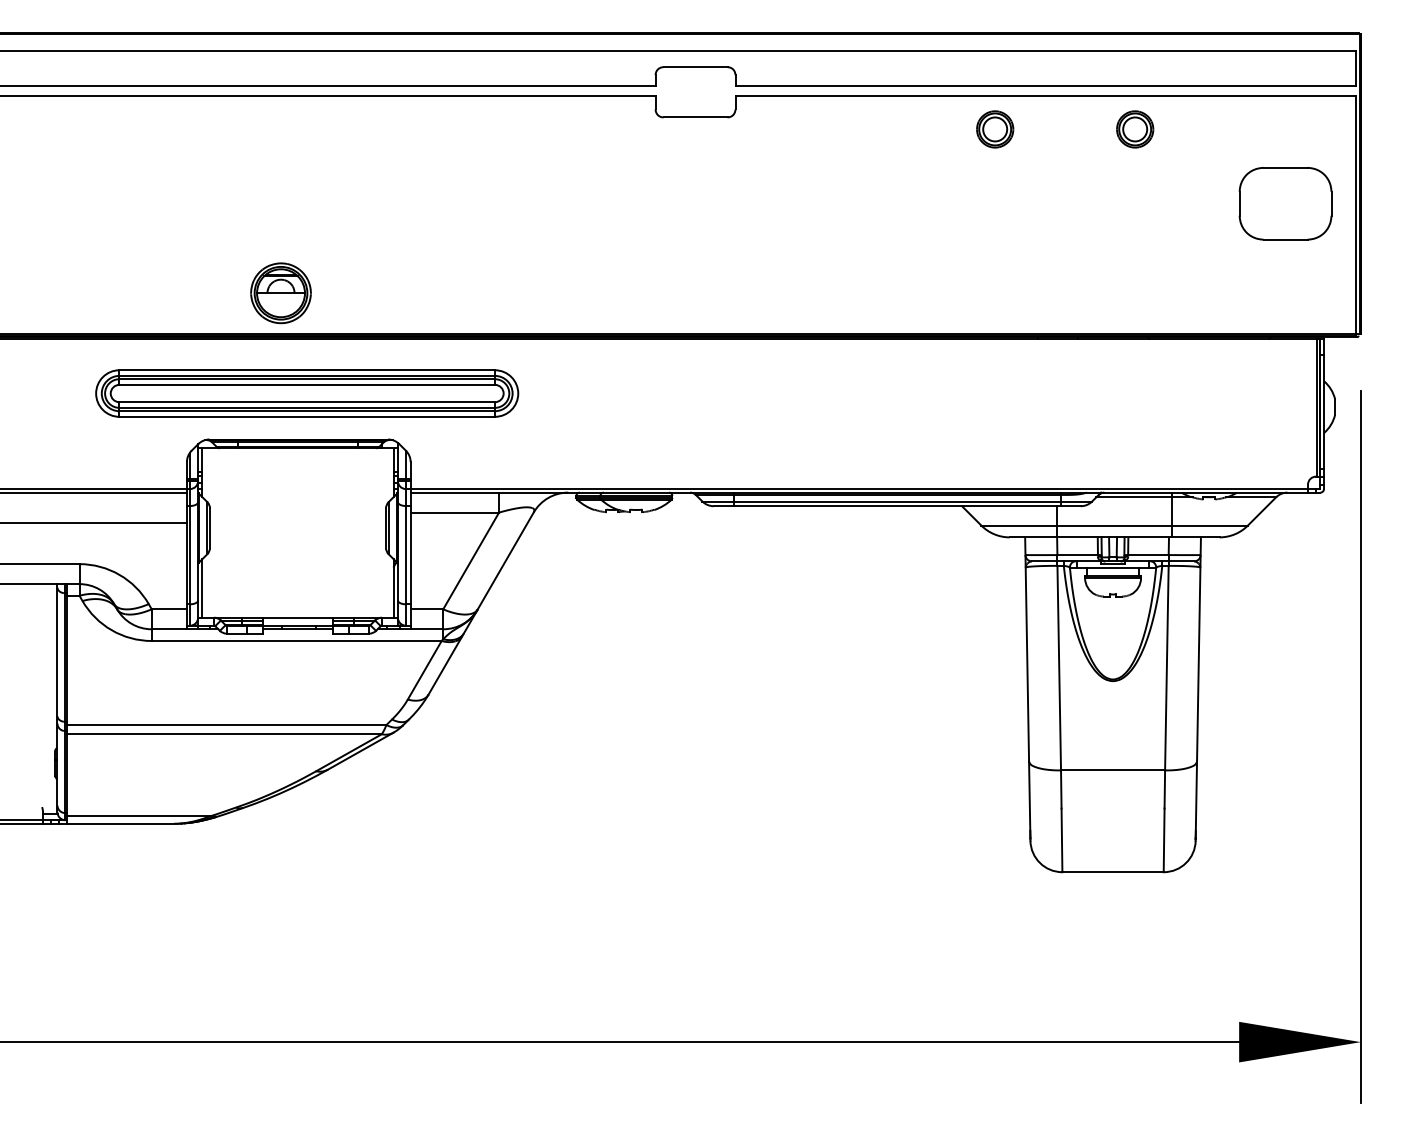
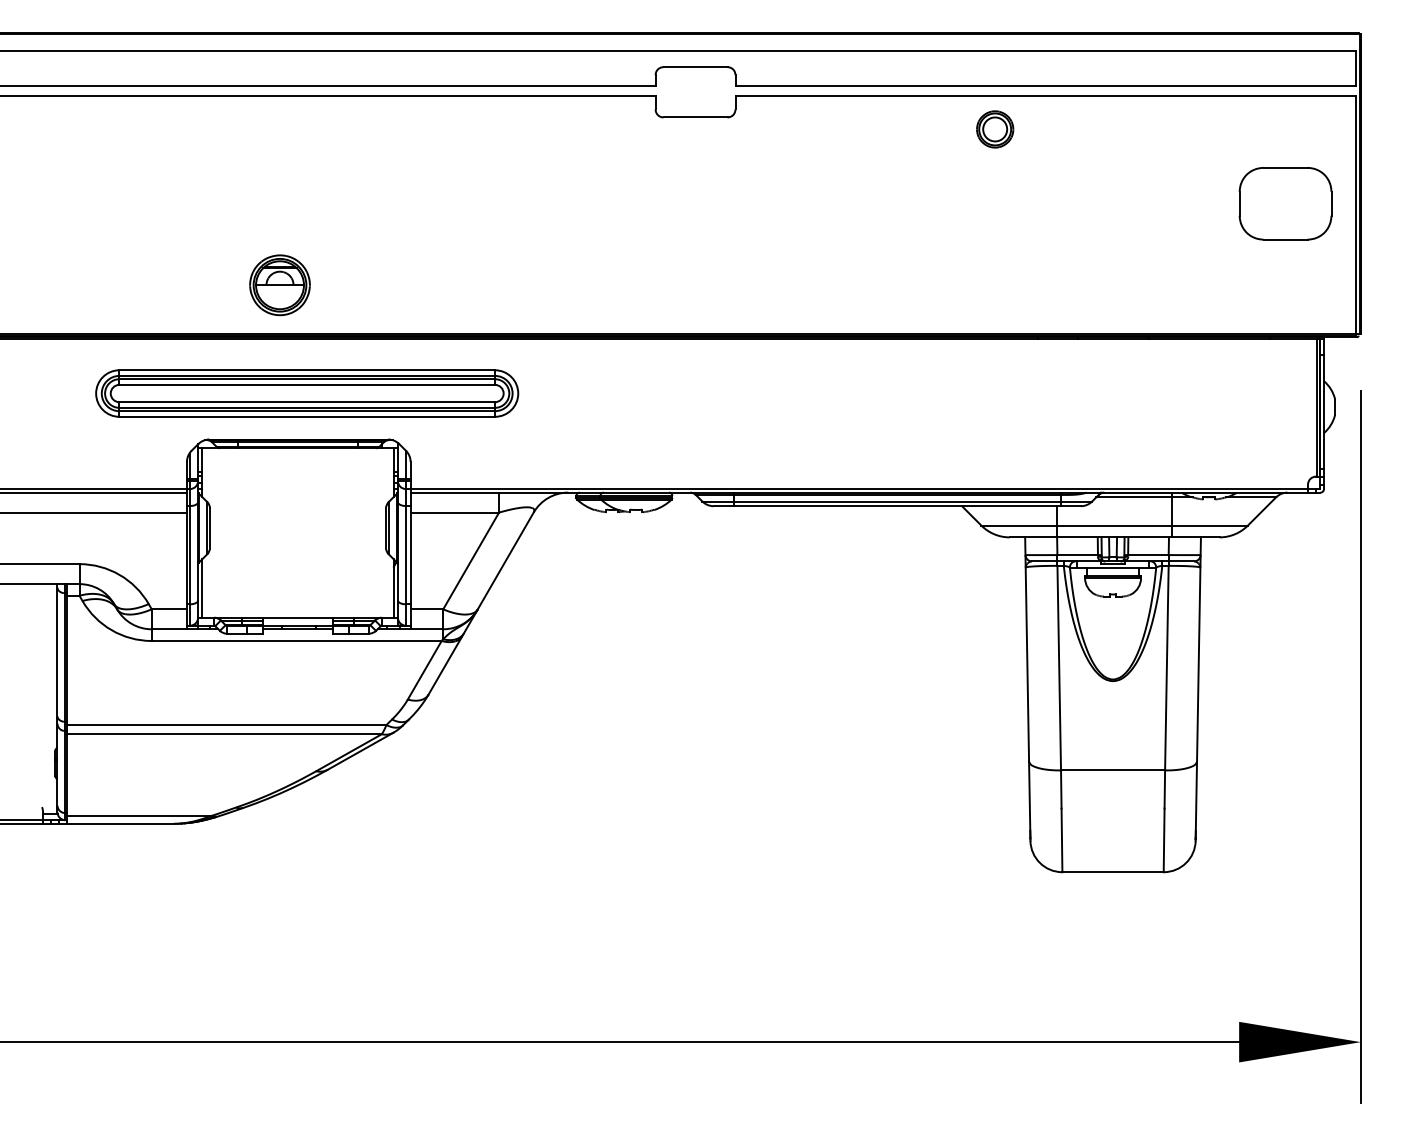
part at (1135, 129): present -> none
part at (280, 293) position: (280, 293) -> (279, 285)
line at (94, 522) position: (94, 522) -> (94, 512)
